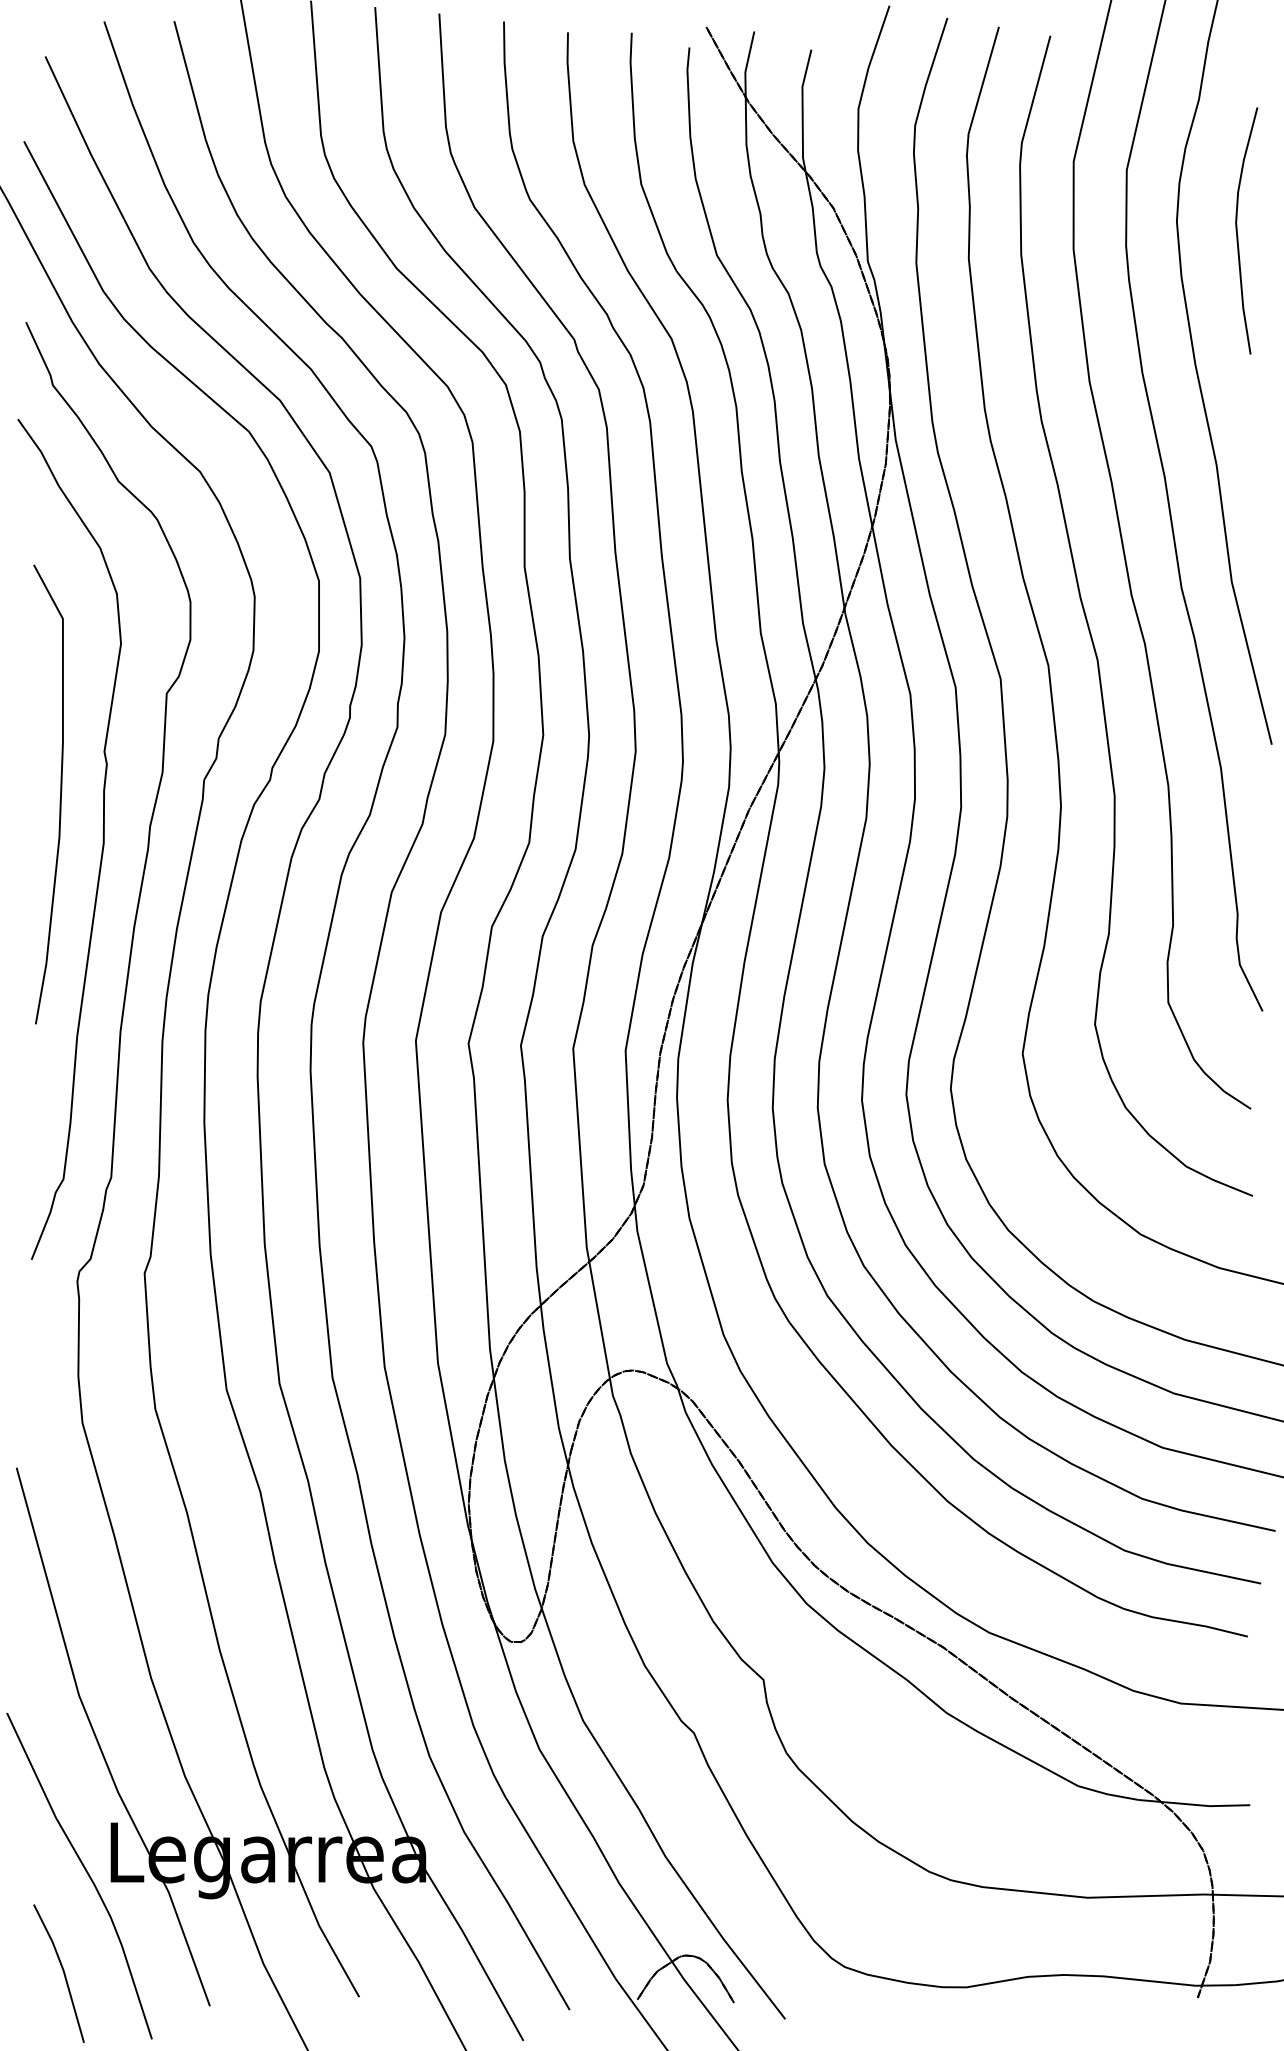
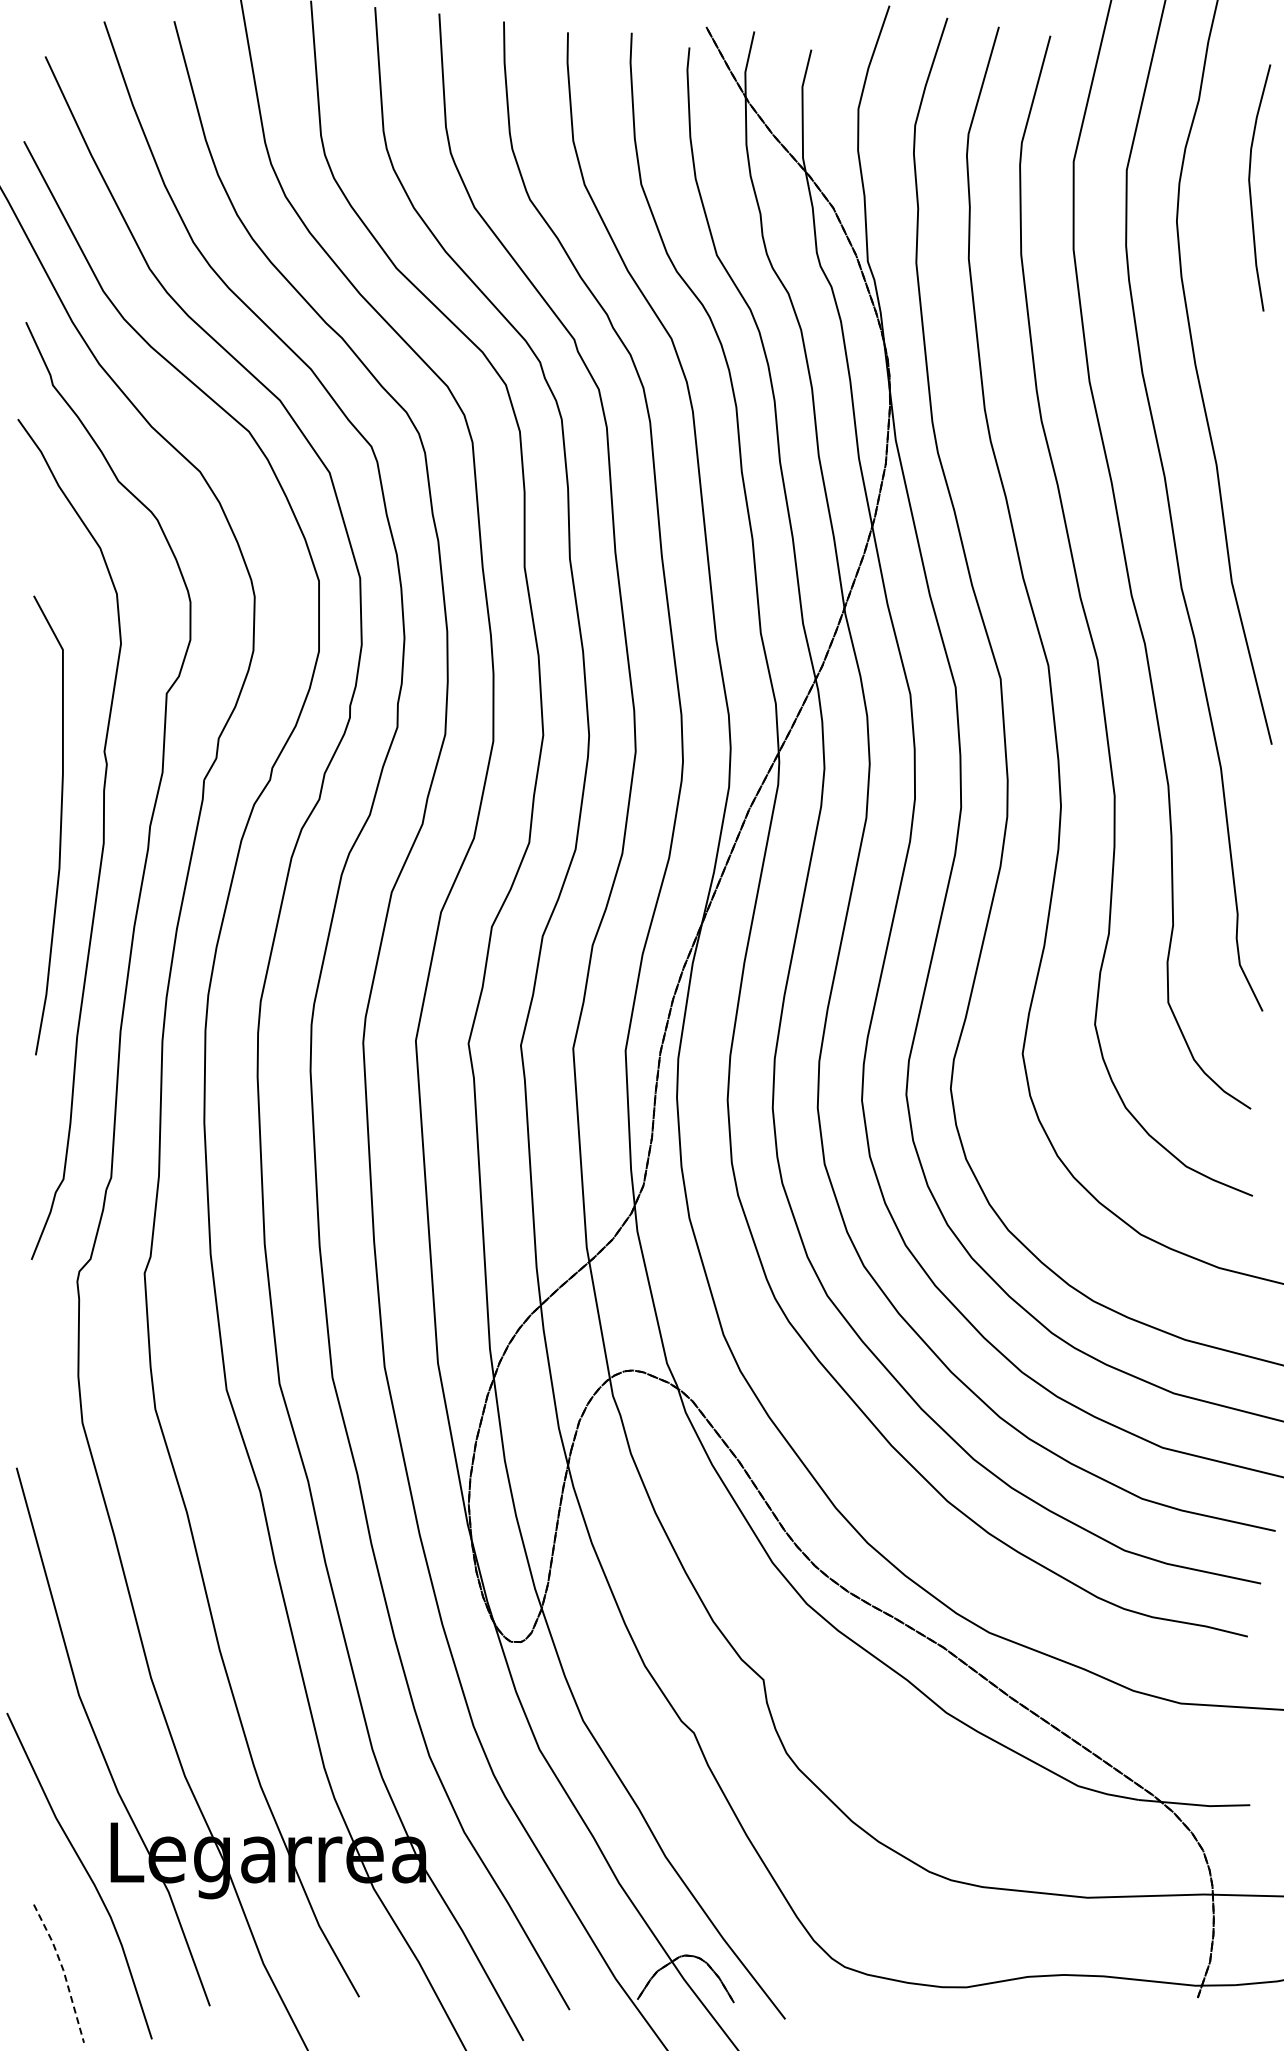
curve at (1237, 230) position: (1237, 230) -> (1250, 187)
curve at (60, 794) position: (60, 794) -> (60, 825)
line at (63, 1971): solid -> dashed
